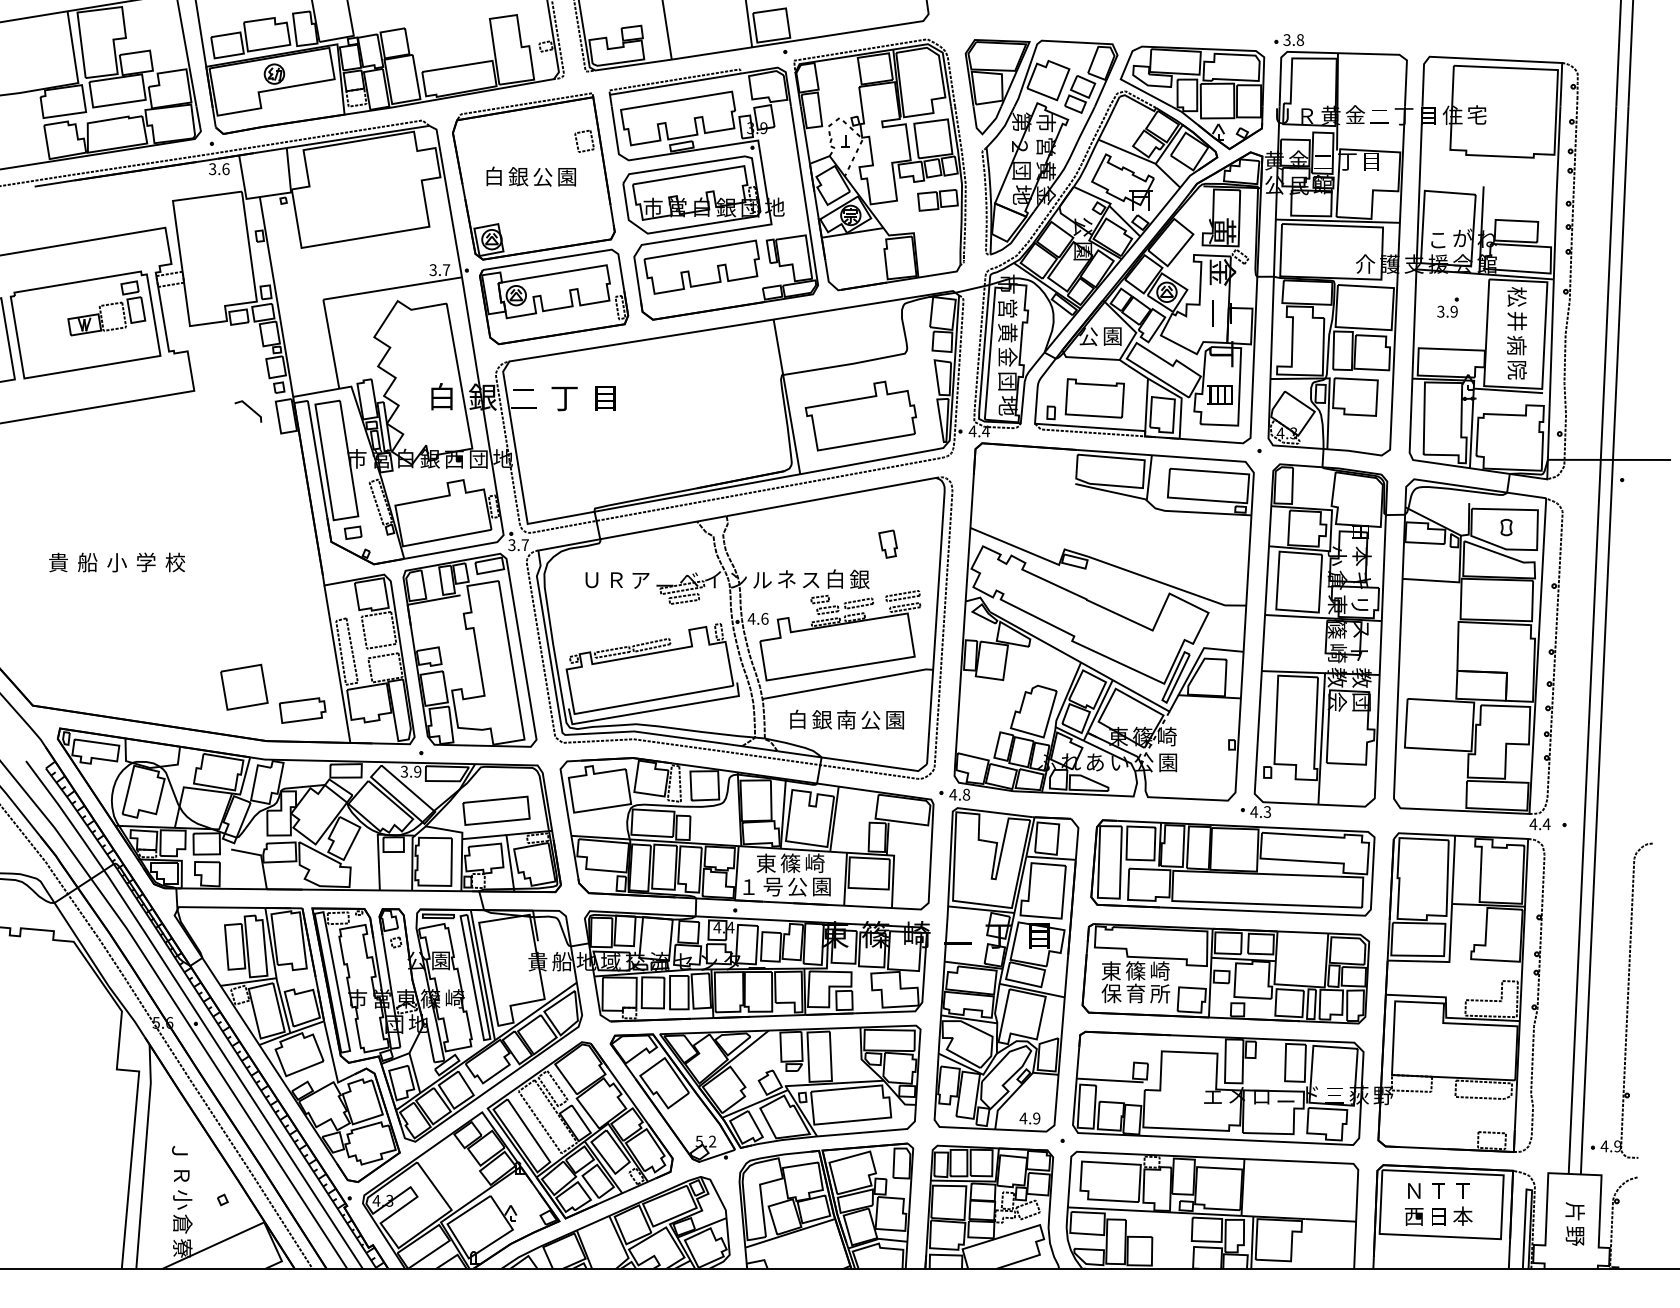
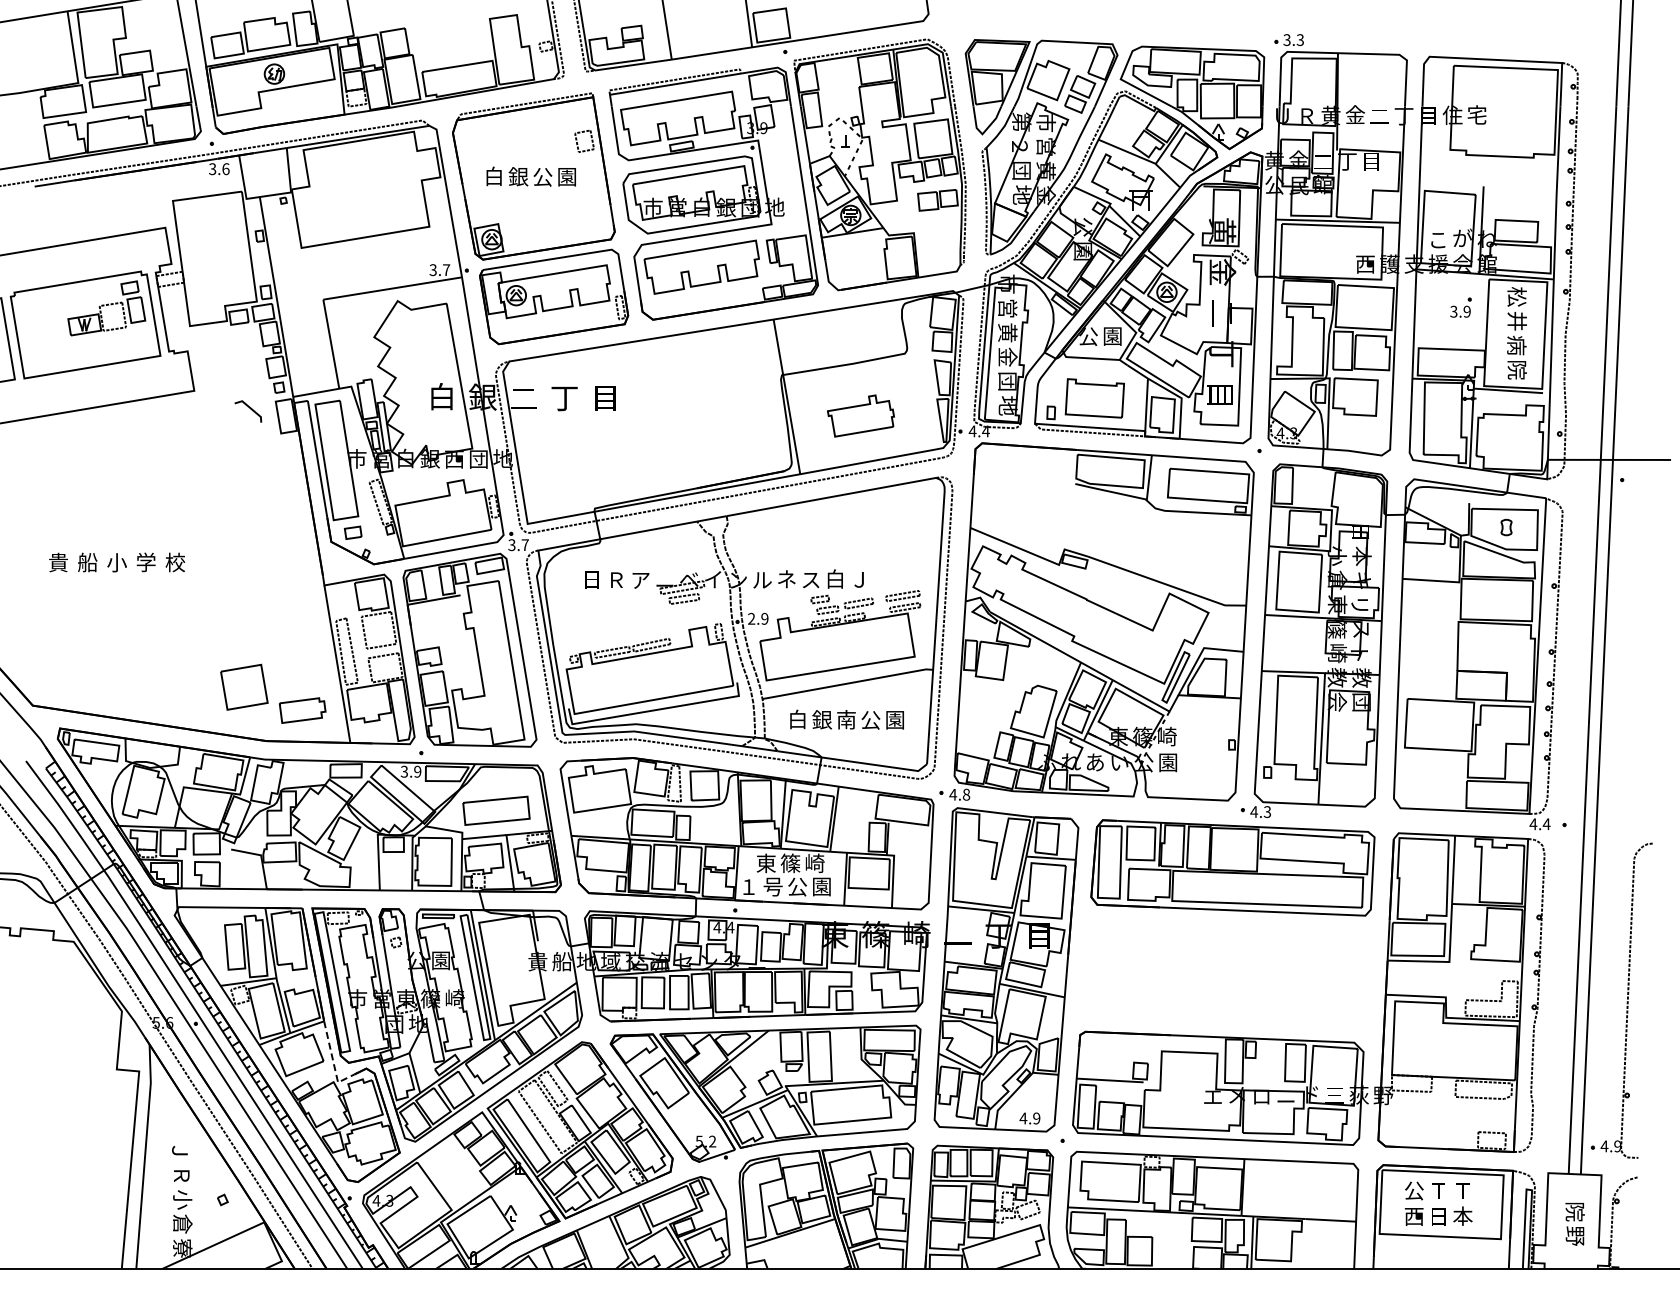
text at (1300, 39): 3.8 -> 3.3
text at (1365, 263): 介 -> 西
part at (1447, 307) position: (1447, 307) -> (1460, 307)
part at (860, 415) size: 114x72 px -> 68x44 px
part at (887, 543): present -> none
text at (591, 579): Ｕ -> 日
text at (859, 579): 銀 -> Ｊ
text at (757, 618): 4.6 -> 2.9
part at (1225, 973): present -> none
line at (333, 1062): solid -> dashed
text at (1414, 1190): Ｎ -> 公
text at (1574, 1211): 片 -> 院
